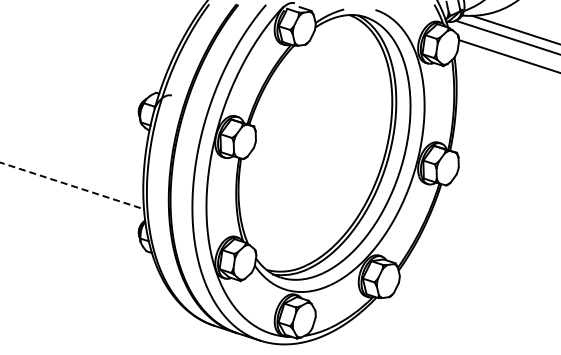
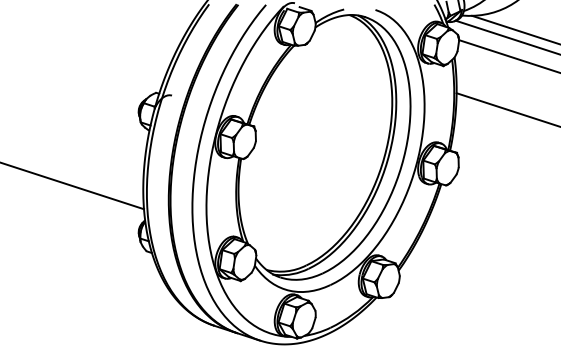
line at (506, 109): none -> present
line at (72, 186): dashed -> solid
